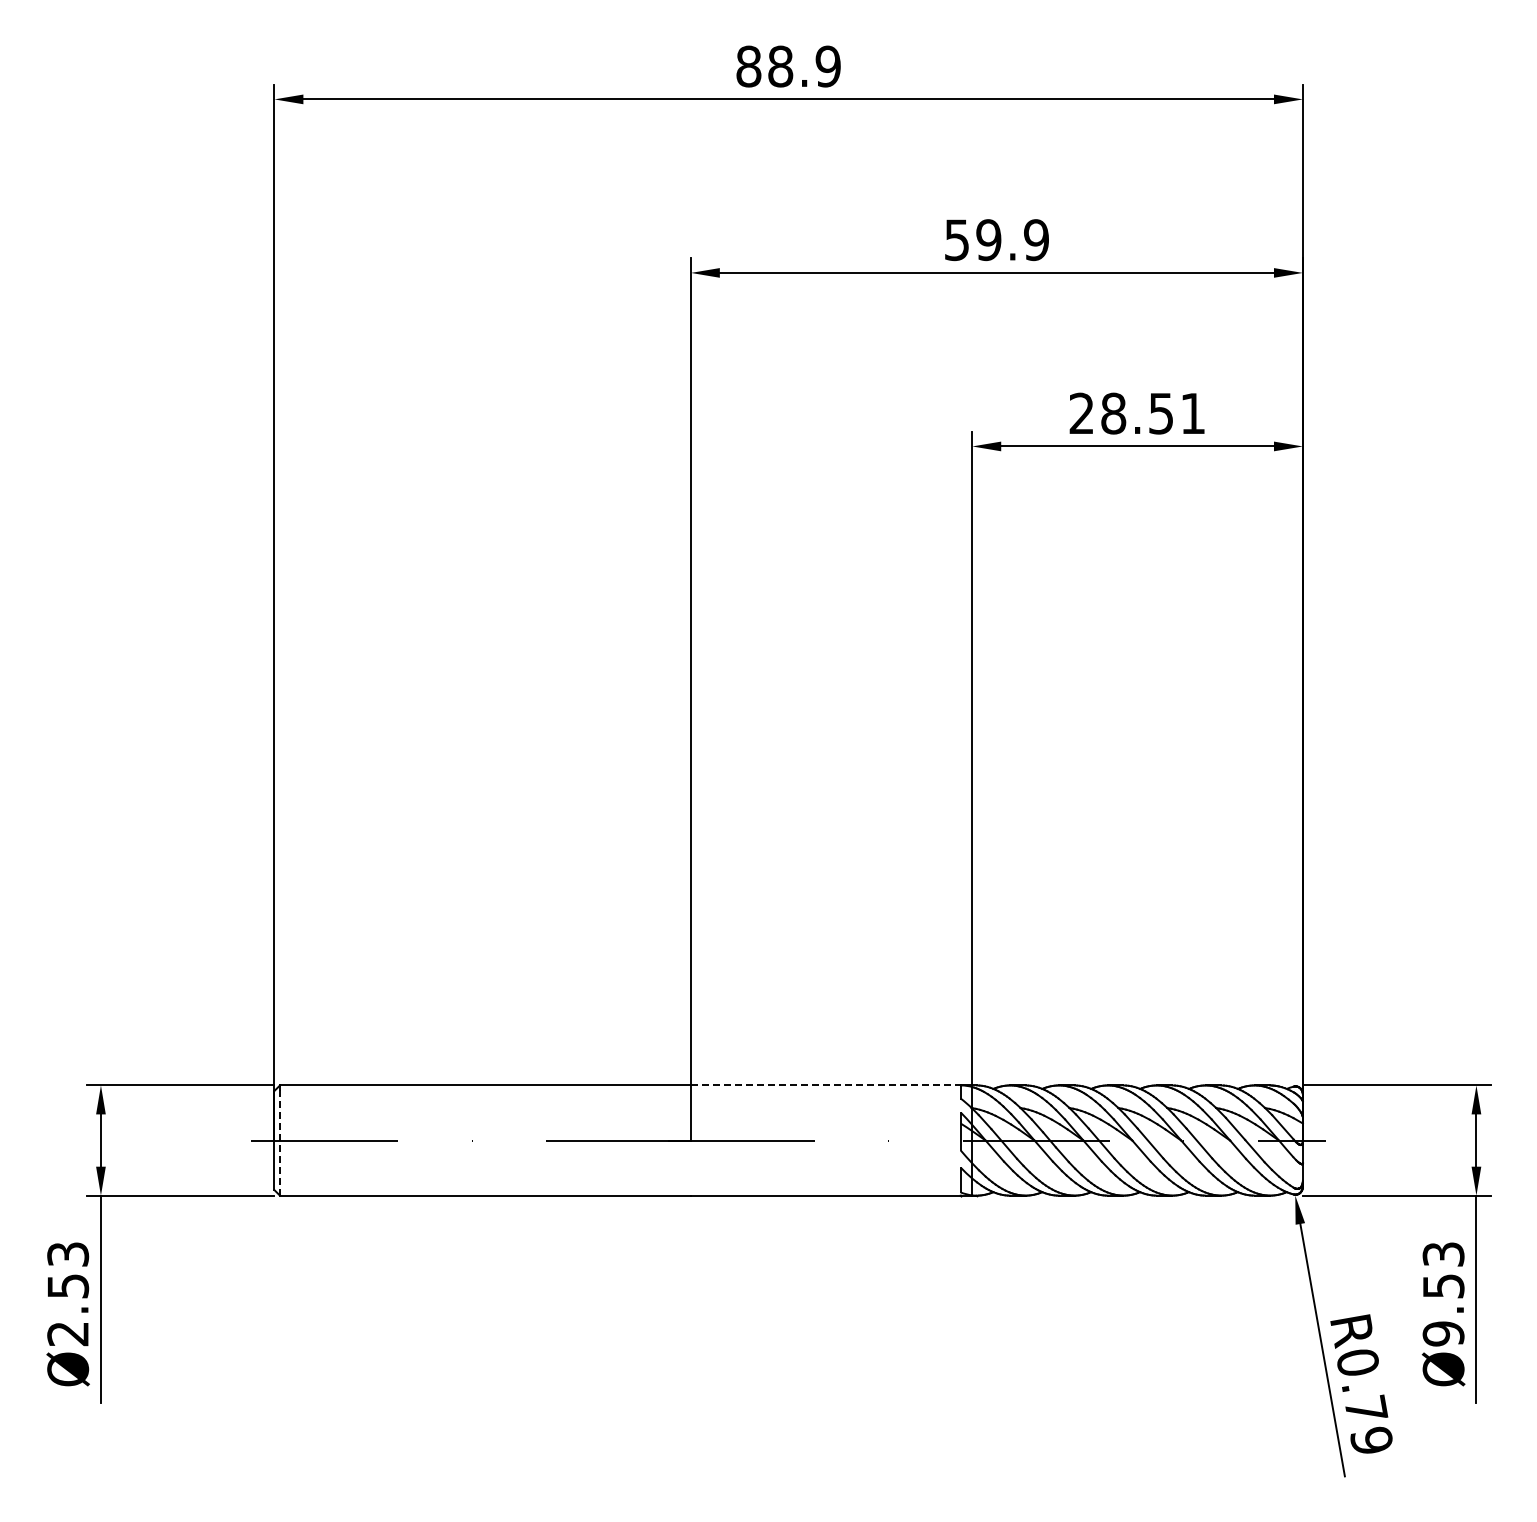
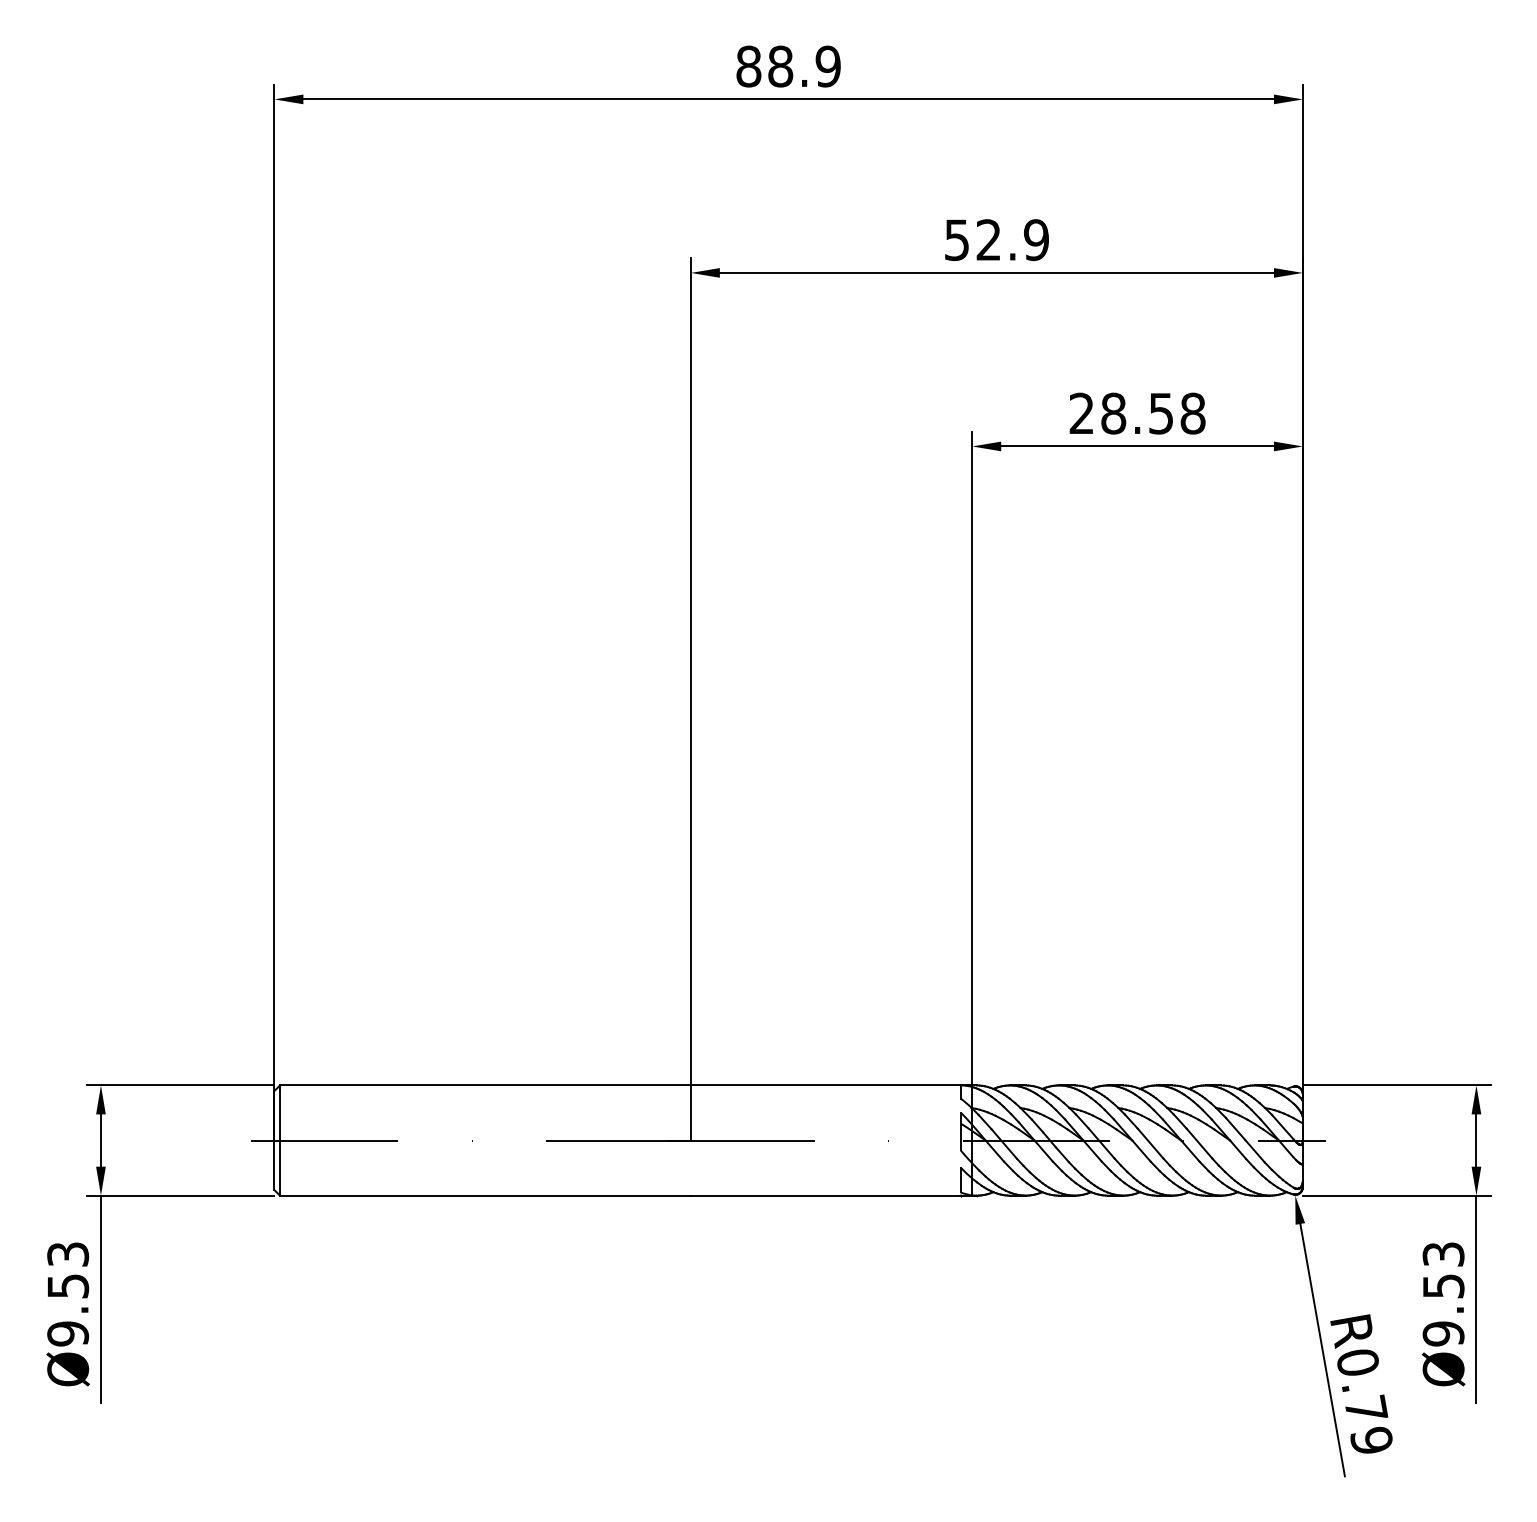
text at (988, 240): 59.9 -> 52.9
text at (1192, 413): 28.51 -> 28.58
line at (825, 1085): dashed -> solid
line at (279, 1143): dashed -> solid
text at (68, 1333): Ø2.53 -> Ø9.53
